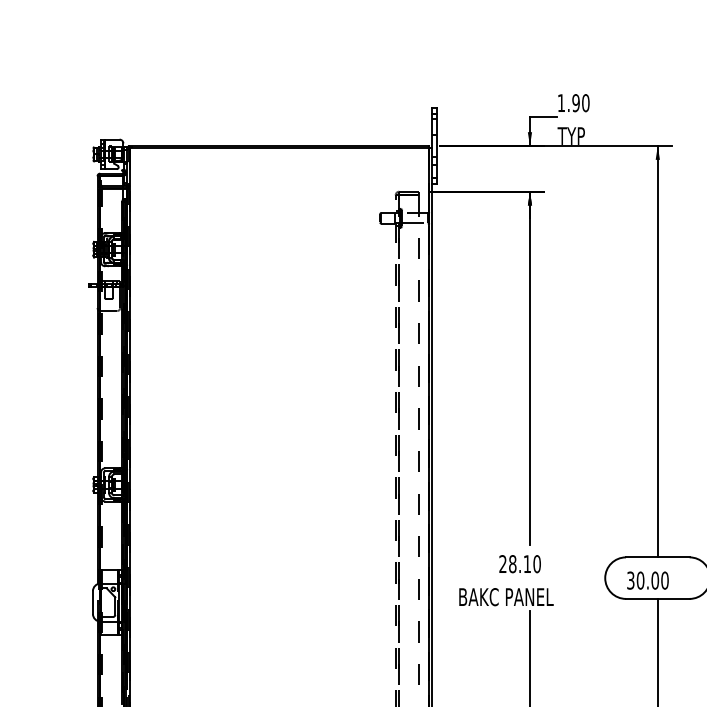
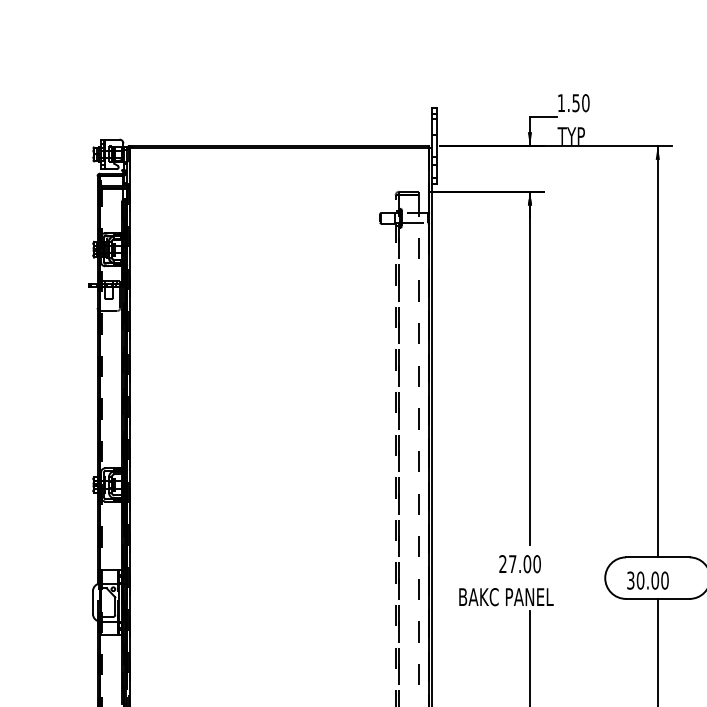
text at (575, 102): 1.90 -> 1.50
text at (520, 564): 28.10 -> 27.00
